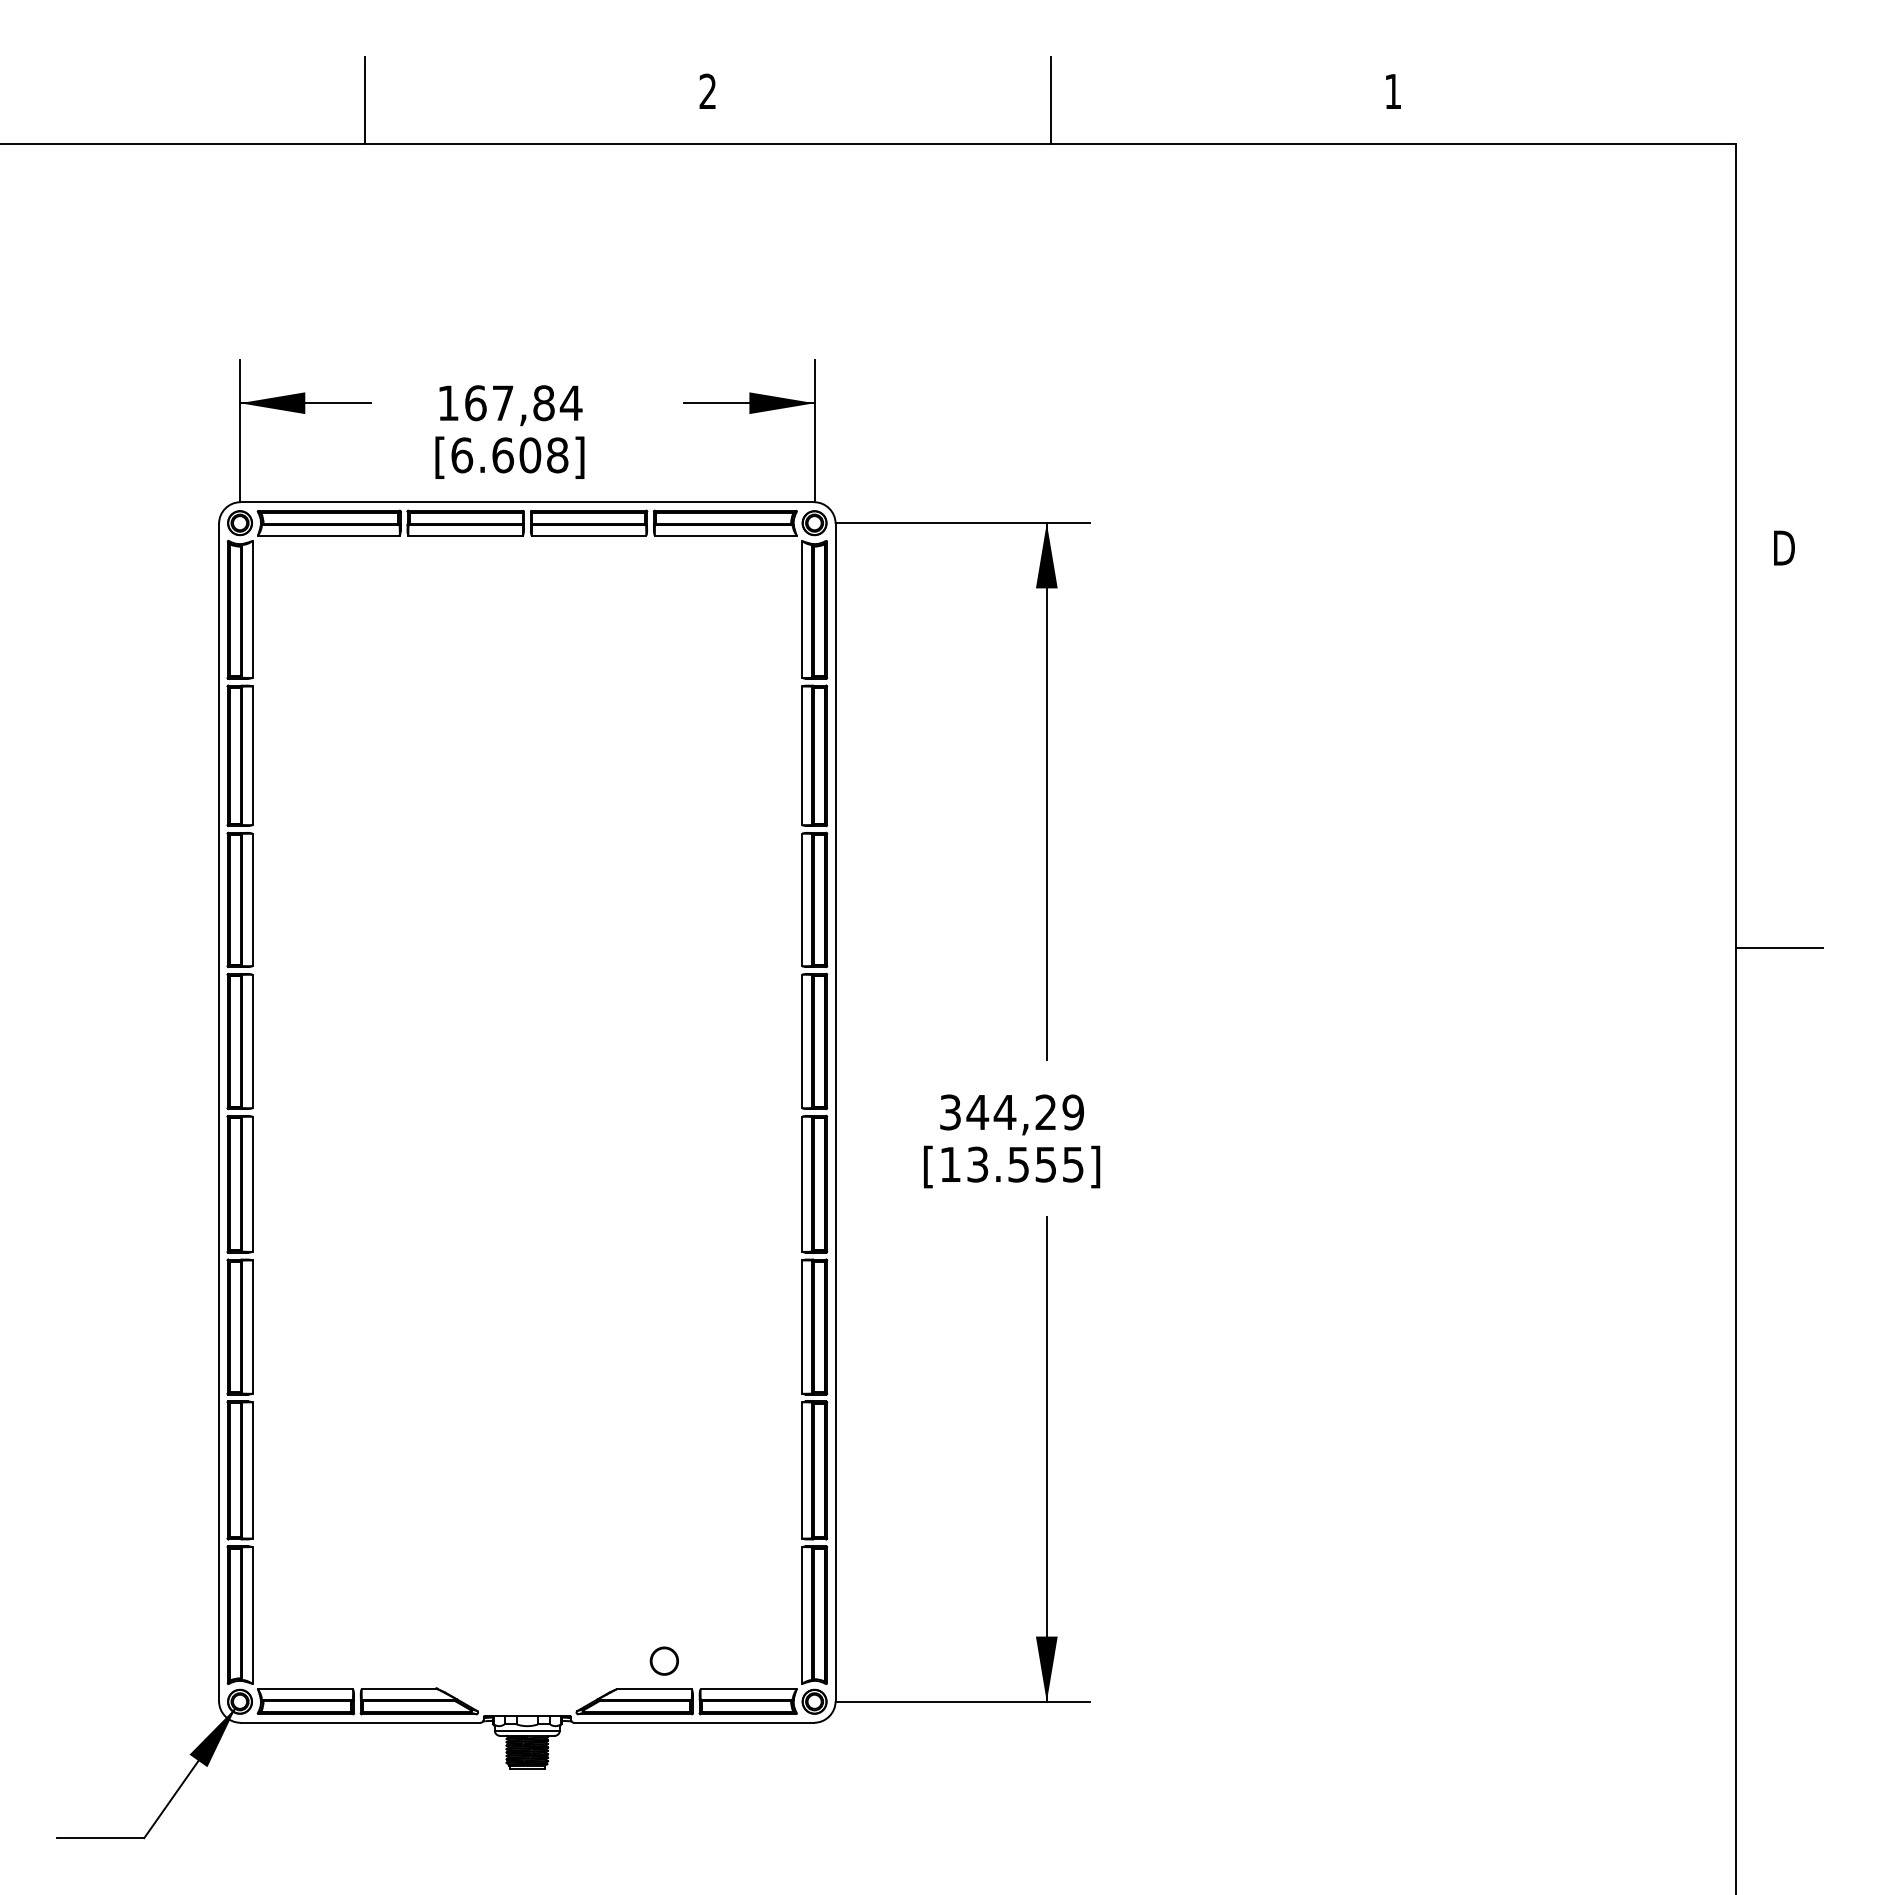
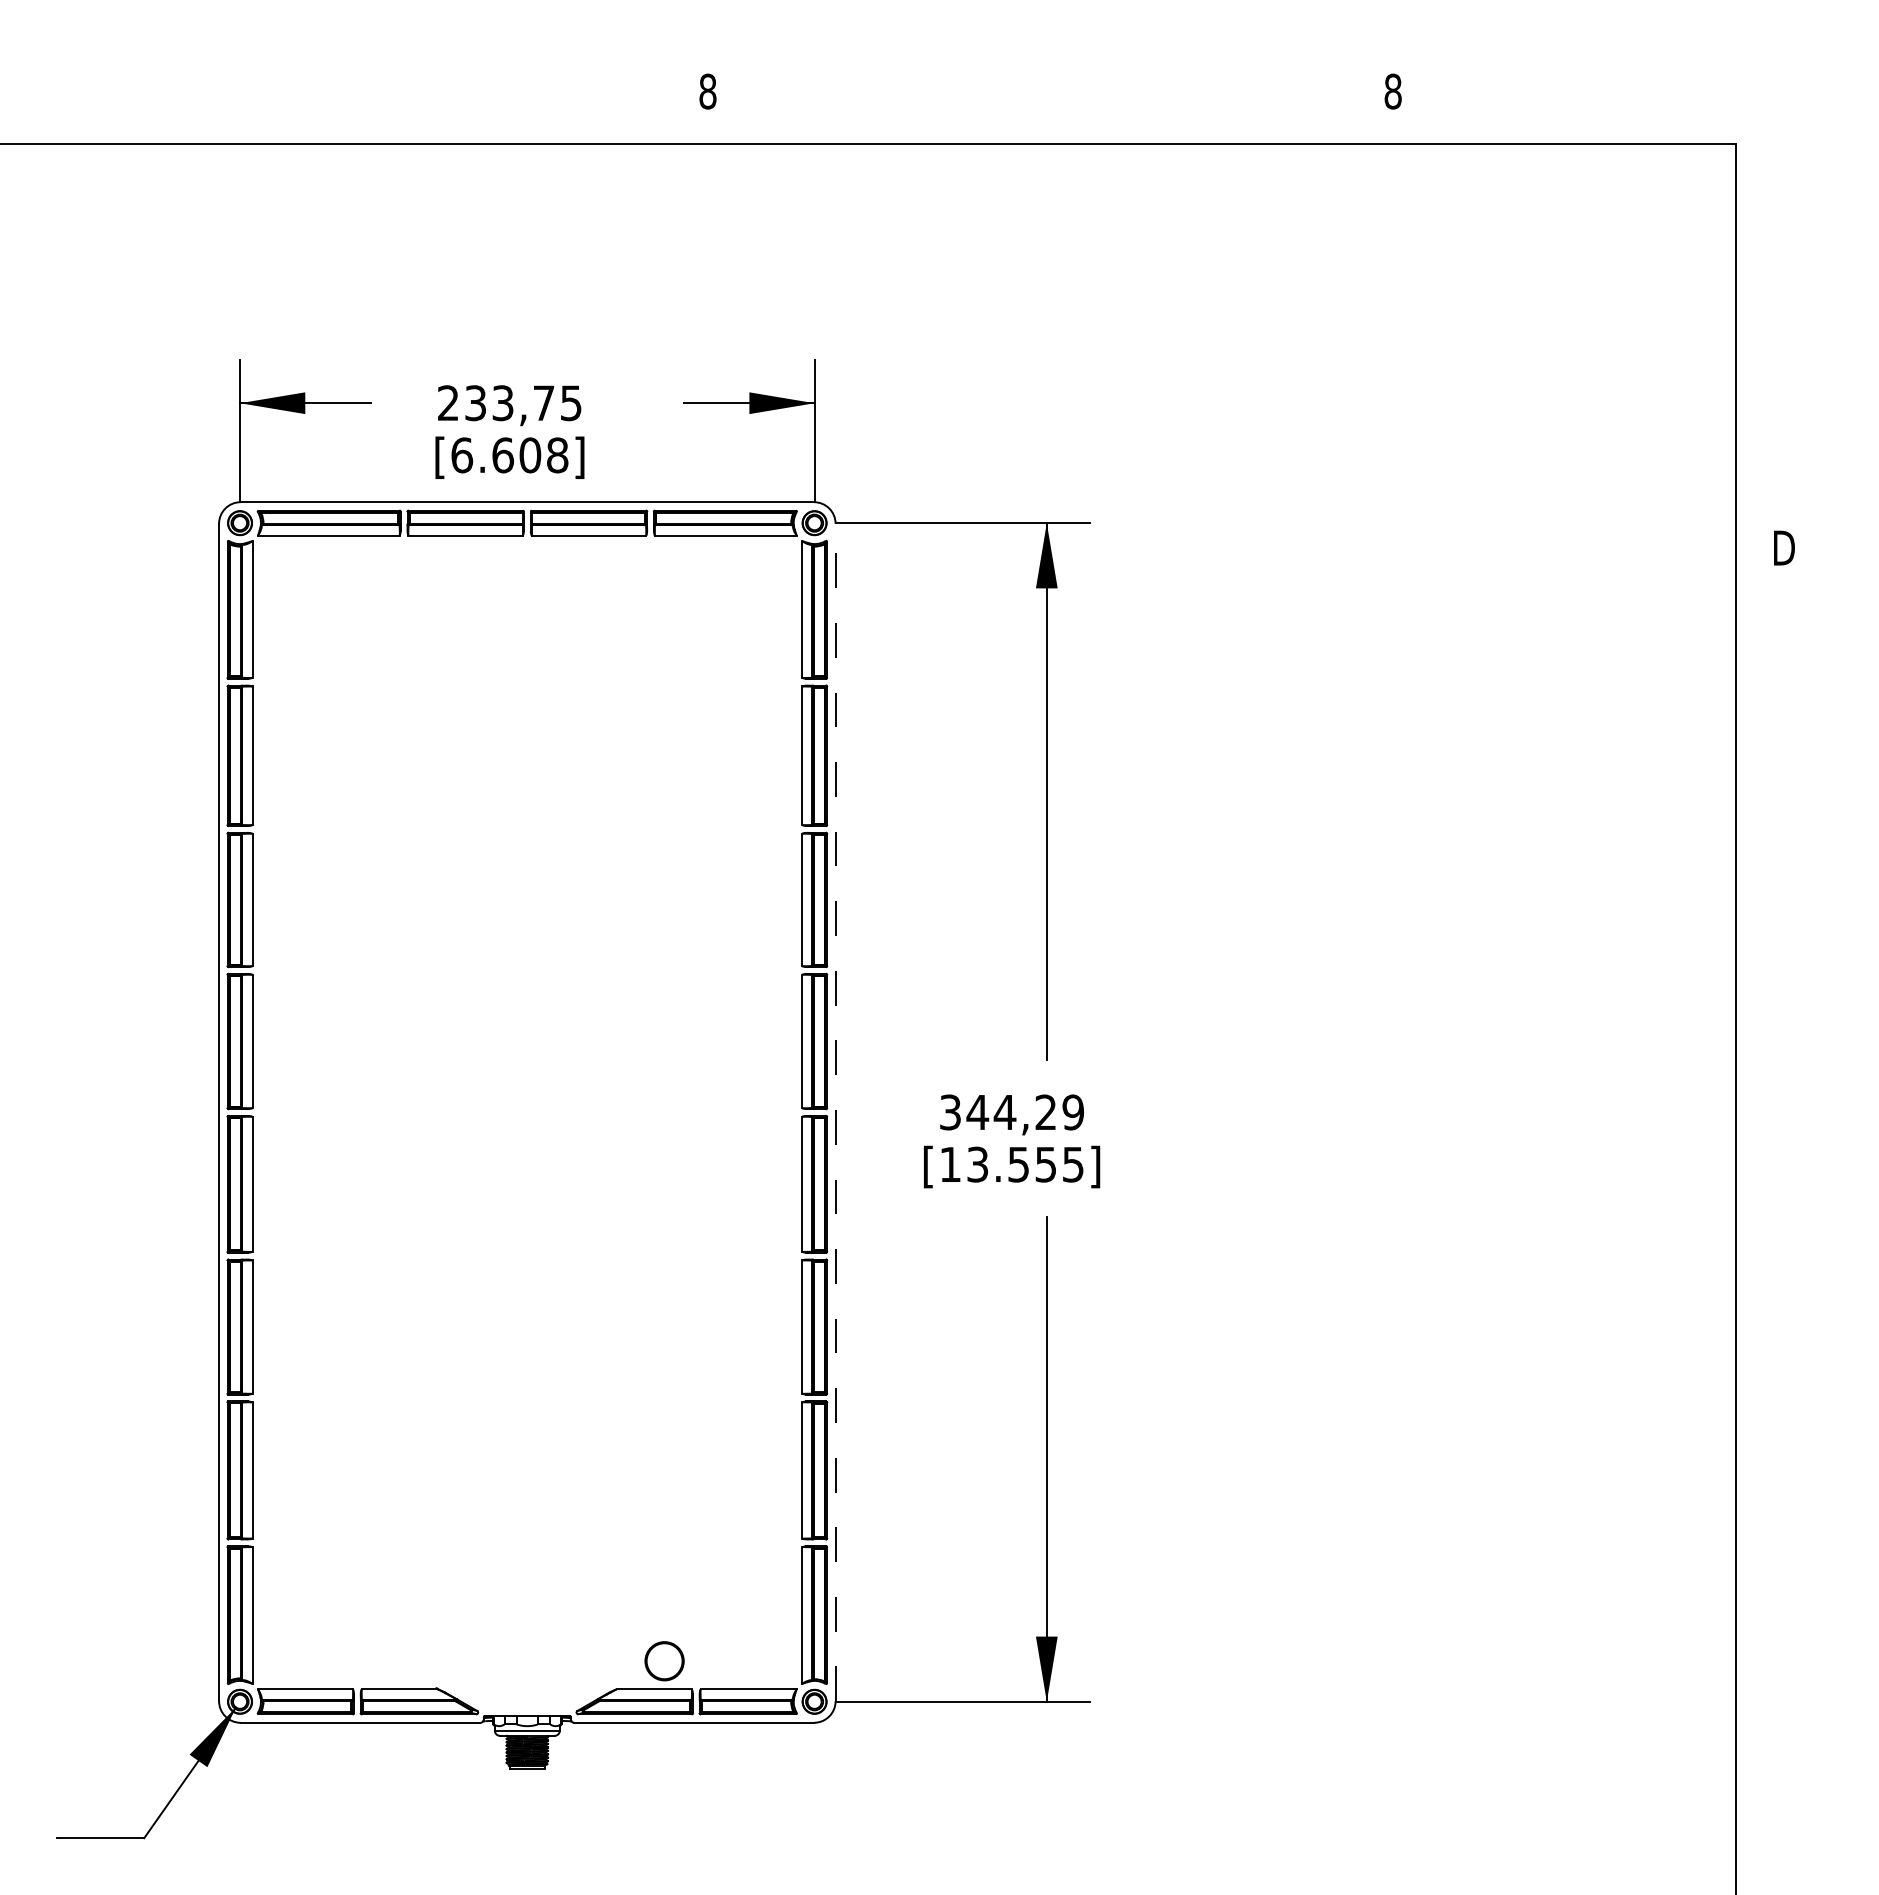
text at (707, 91): 2 -> 8
text at (1392, 91): 1 -> 8
line at (365, 99): present -> none
line at (1050, 99): present -> none
text at (510, 403): 167,84 -> 233,75
line at (1778, 948): present -> none
line at (835, 1112): solid -> dashed
circle at (663, 1660) size: 30x30 px -> 41x41 px
